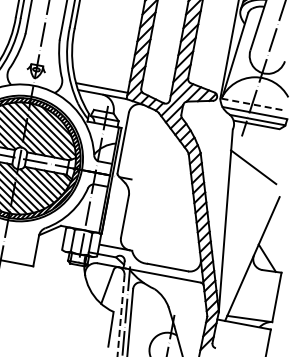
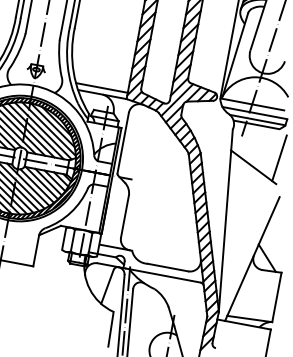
line at (252, 104): dashed -> solid
line at (279, 158): none -> present
line at (121, 315): dashed -> solid
